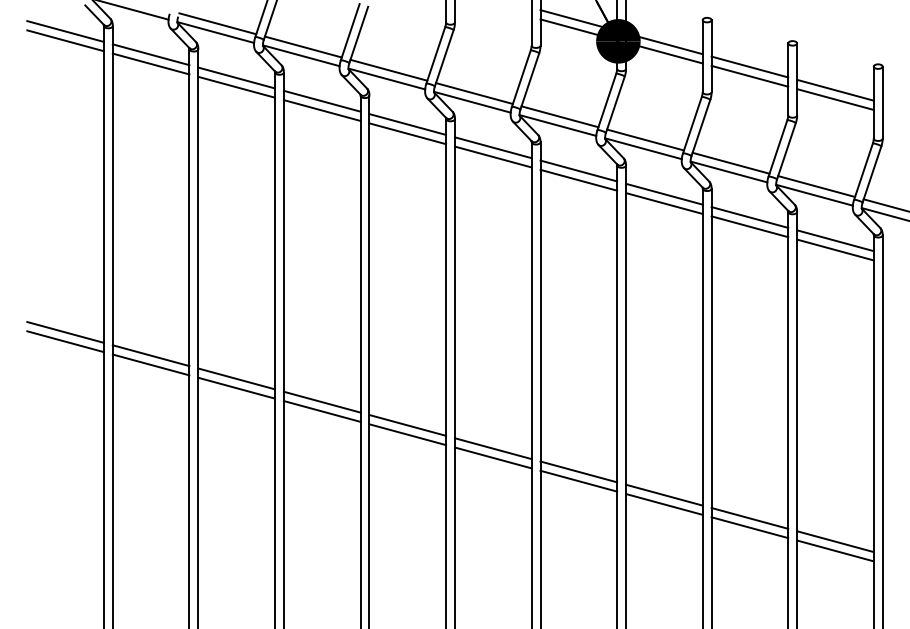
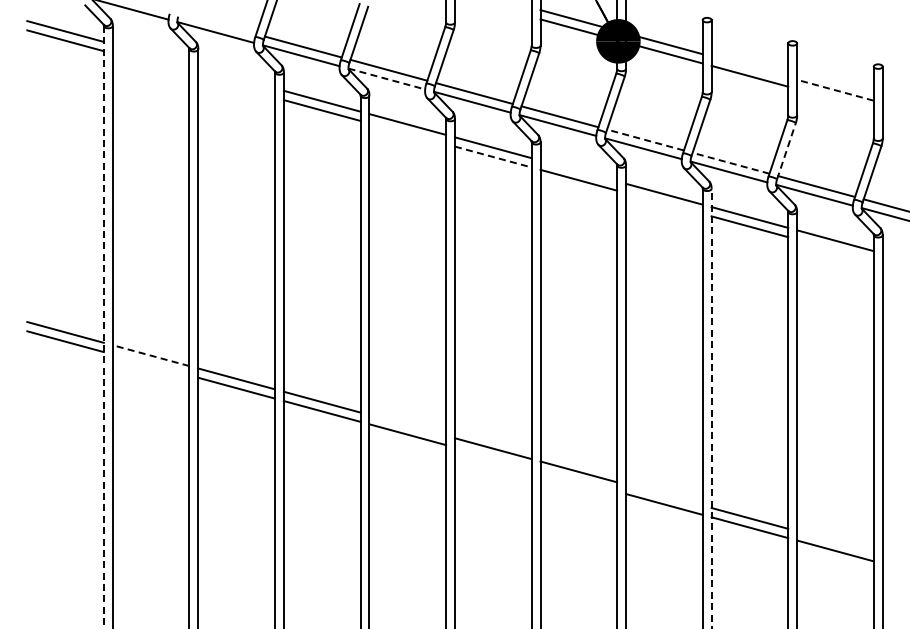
line at (217, 23): present -> none
line at (150, 54): present -> none
line at (150, 63): present -> none
line at (749, 66): present -> none
line at (236, 77): present -> none
line at (386, 79): solid -> dashed
line at (236, 86): present -> none
line at (835, 90): solid -> dashed
line at (835, 99): present -> none
line at (407, 133): present -> none
line at (645, 140): solid -> dashed
line at (786, 151): solid -> dashed
line at (493, 157): solid -> dashed
line at (731, 163): solid -> dashed
line at (578, 170): present -> none
line at (664, 203): present -> none
line at (835, 249): present -> none
line at (103, 327): solid -> dashed
line at (151, 355): solid -> dashed
line at (150, 364): present -> none
line at (711, 408): solid -> dashed
line at (407, 425): present -> none
line at (493, 457): present -> none
line at (578, 480): present -> none
line at (664, 494): present -> none
line at (835, 541): present -> none
